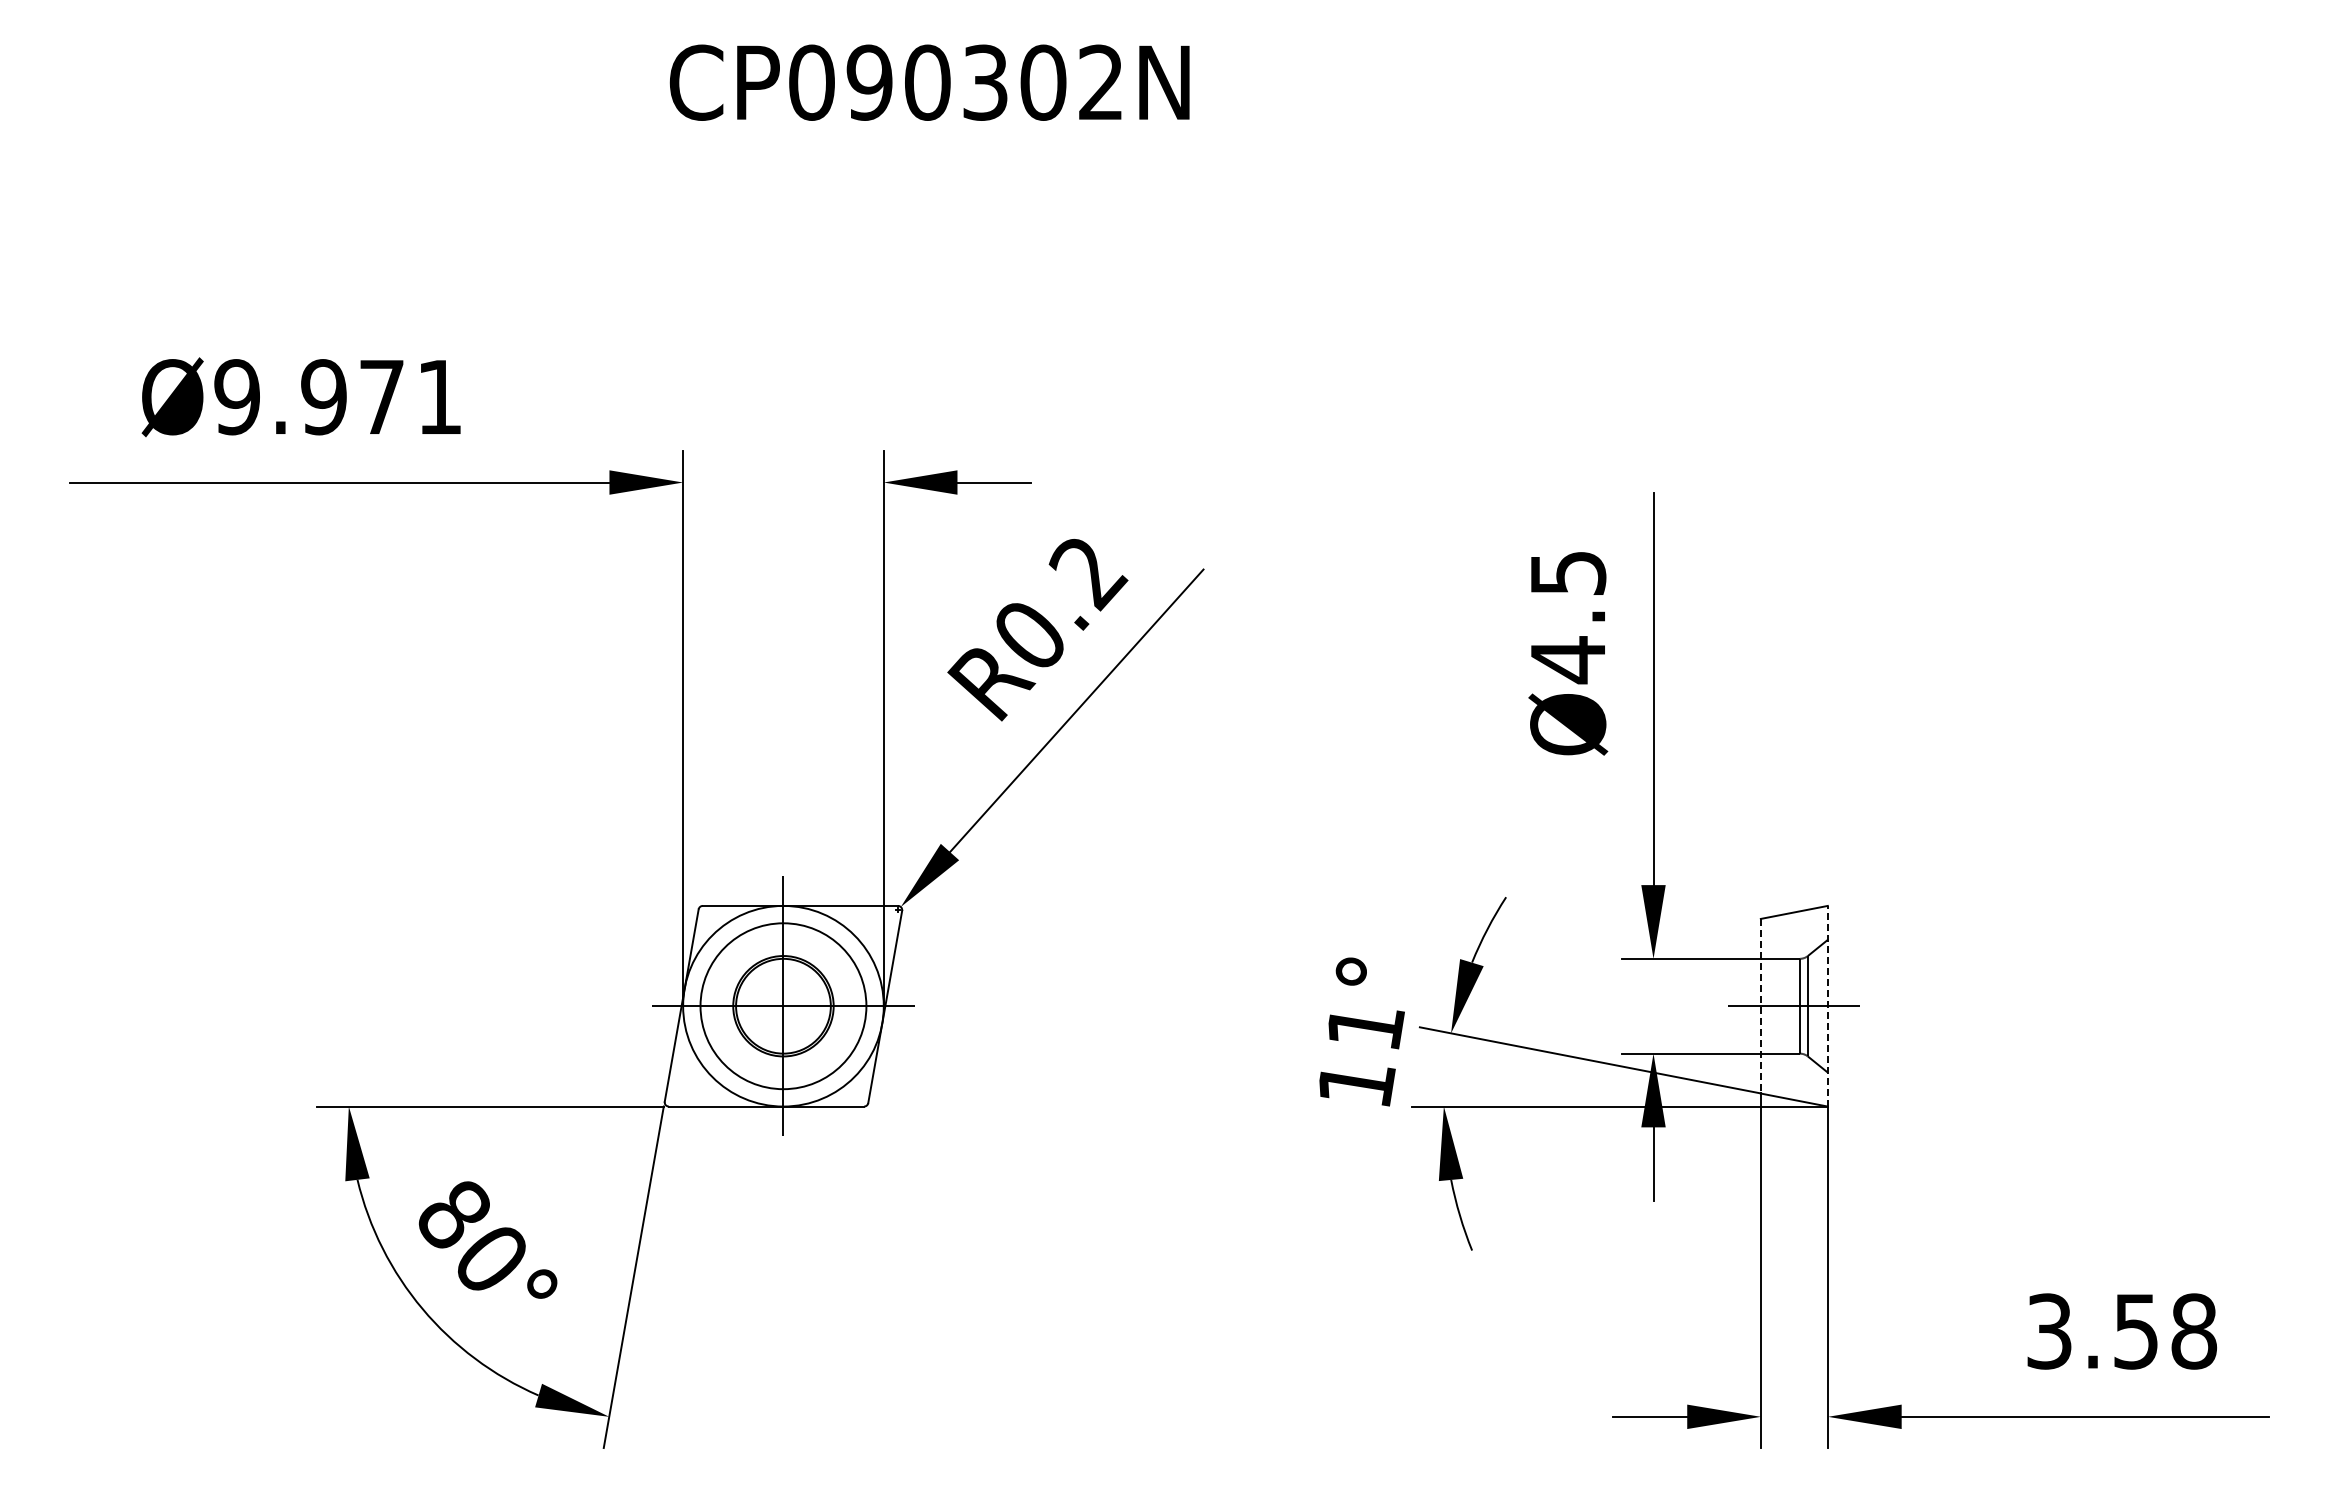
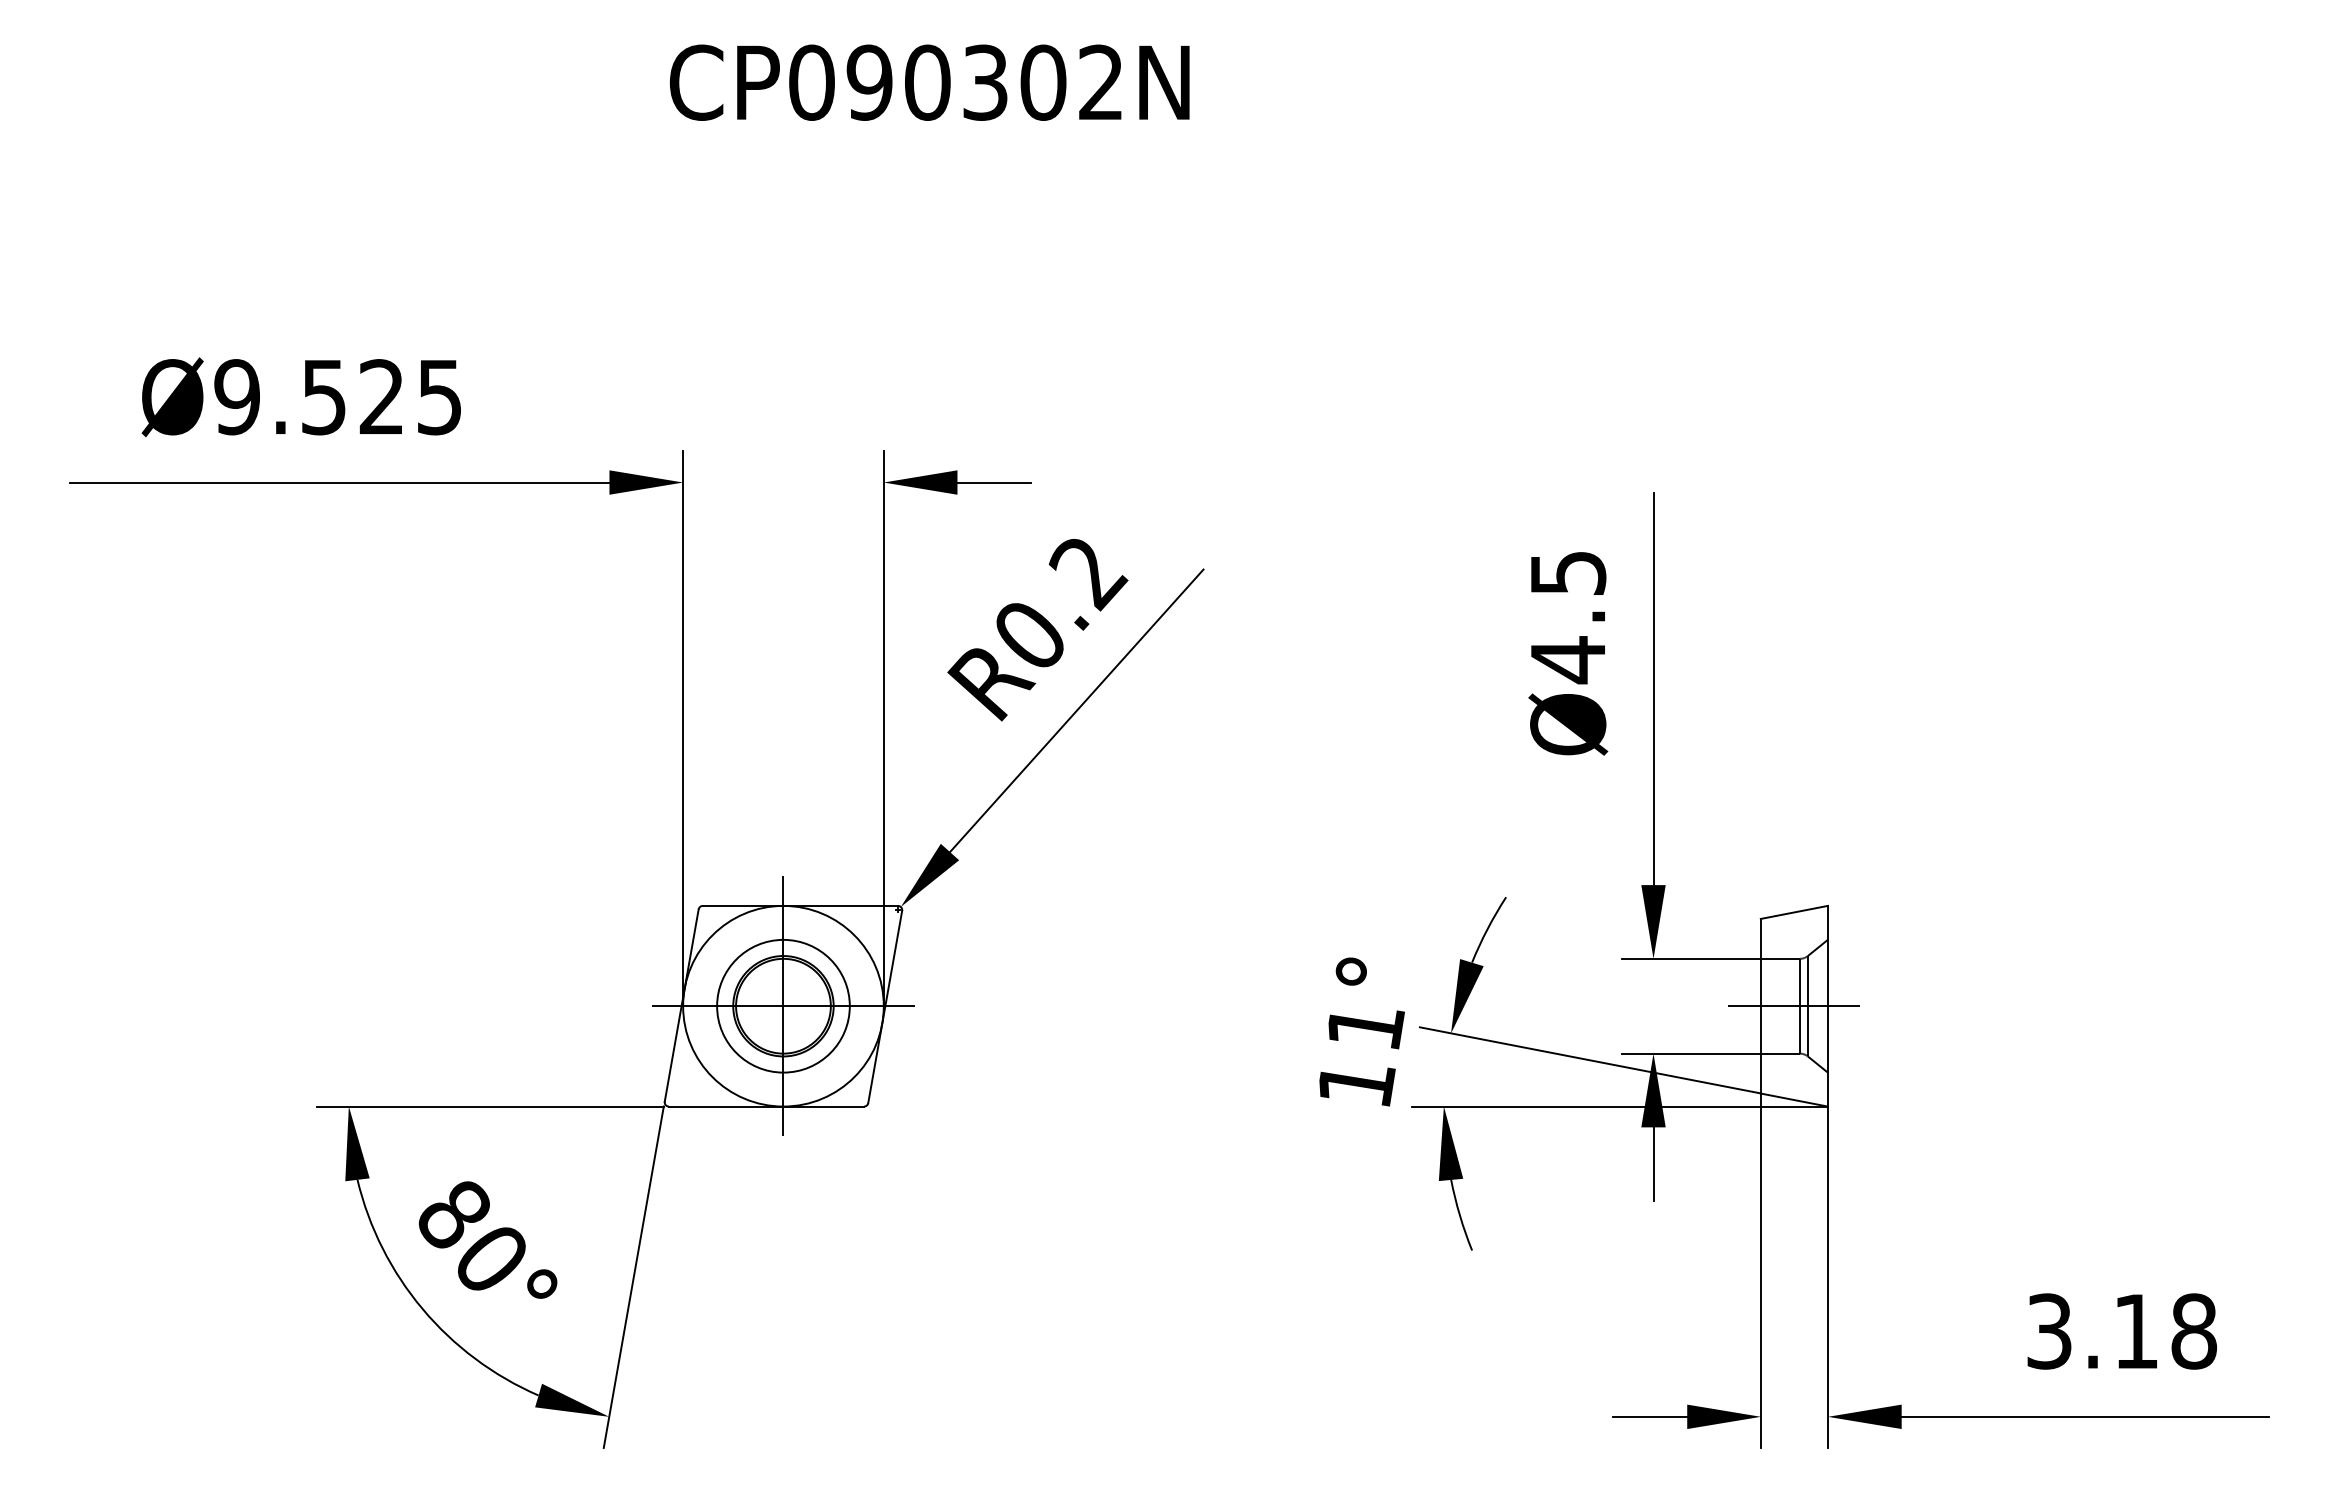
text at (380, 397): Ø9.971 -> Ø9.525
line at (1827, 1005): dashed -> solid
circle at (783, 1006) diameter: 166 px -> 133 px
line at (1760, 1006): dashed -> solid
text at (2135, 1331): 3.58 -> 3.18
